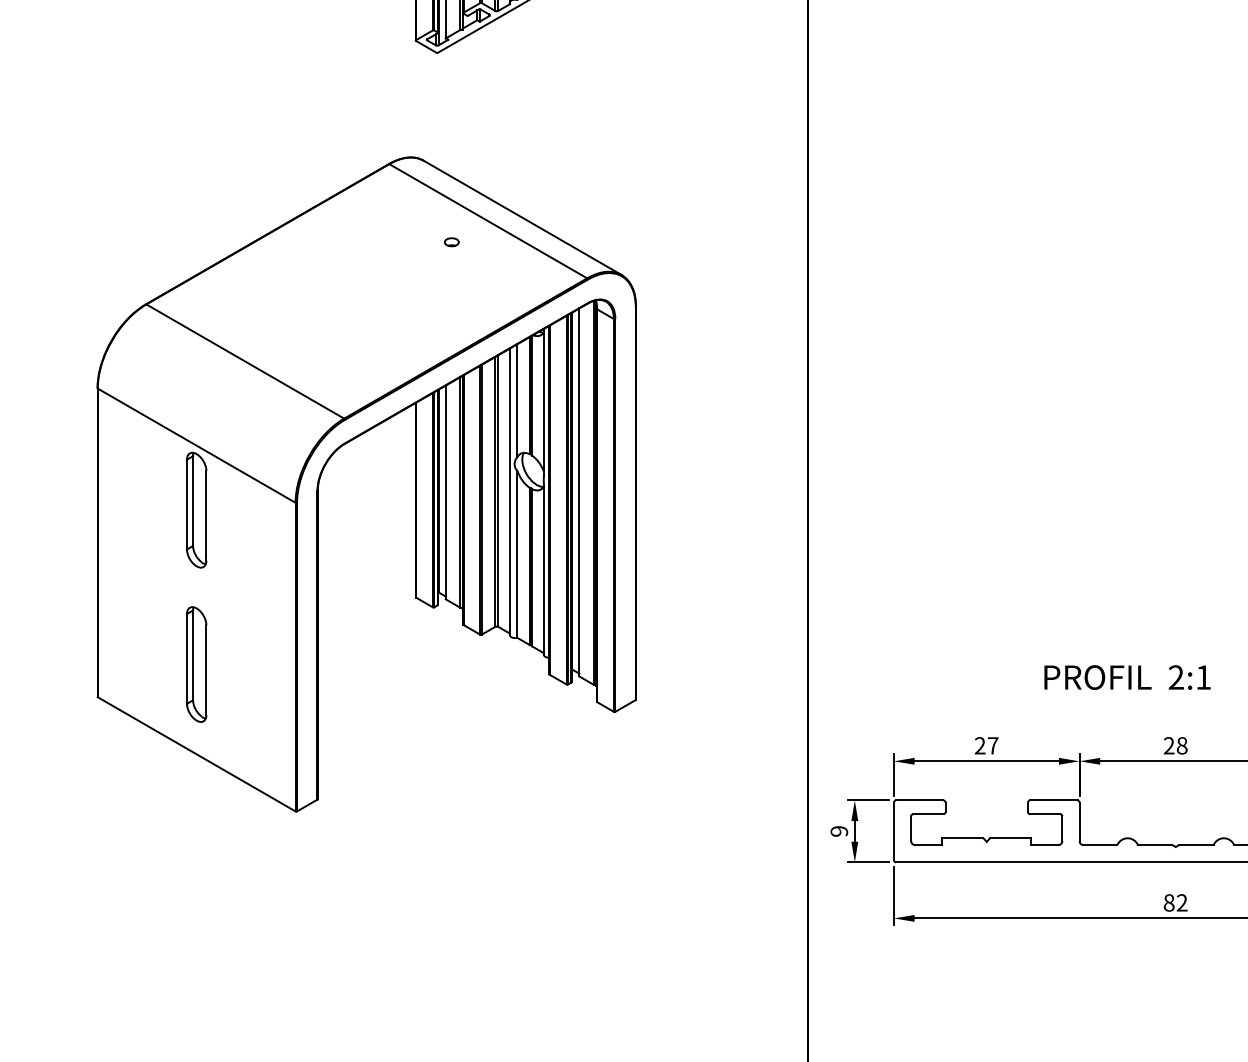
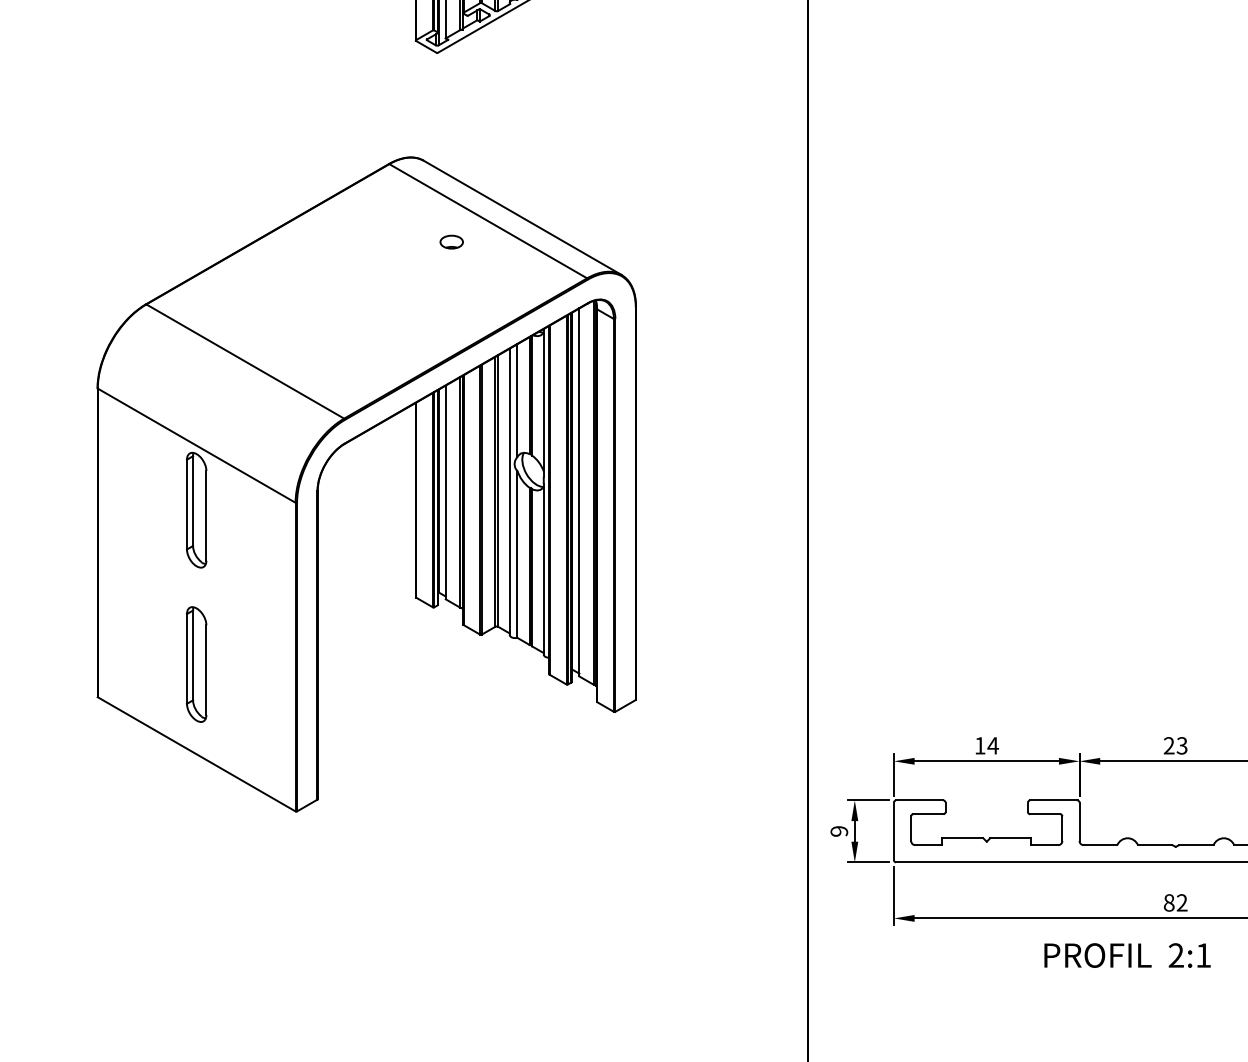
part at (451, 242) size: 16x11 px -> 25x16 px
text at (1127, 677) position: (1127, 677) -> (1127, 955)
text at (986, 745): 27 -> 14
text at (1181, 745): 28 -> 23
